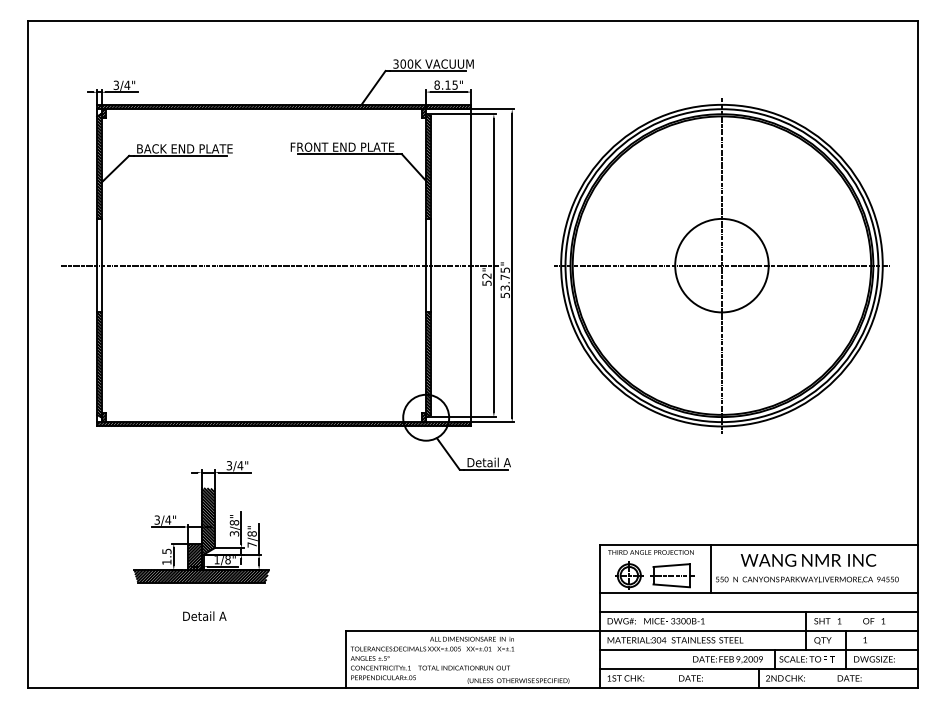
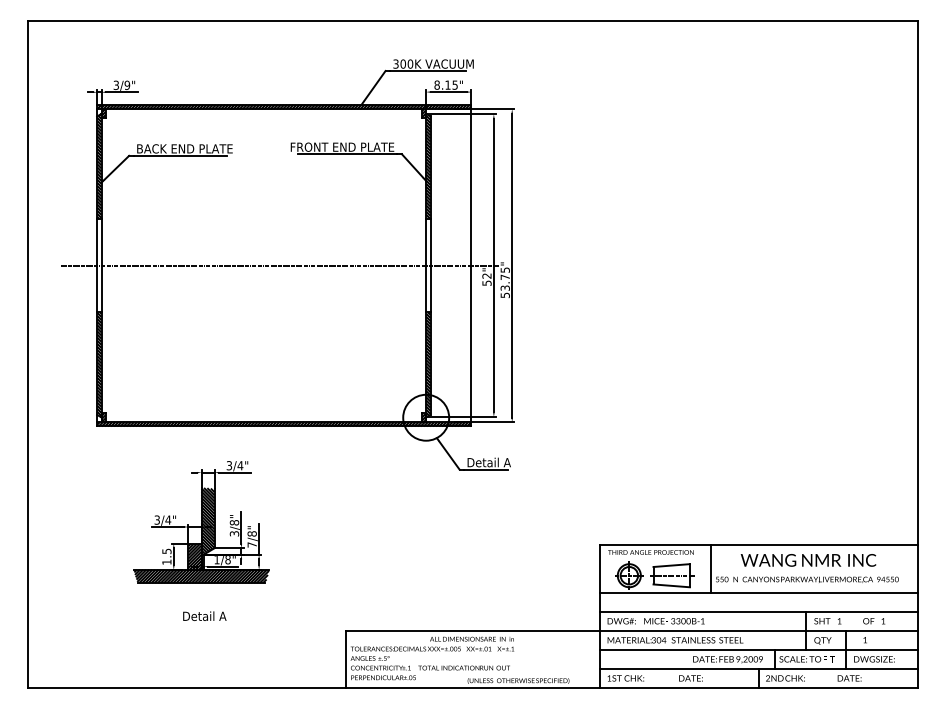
text at (127, 85): 3/4" -> 3/9"
part at (721, 265): present -> none
